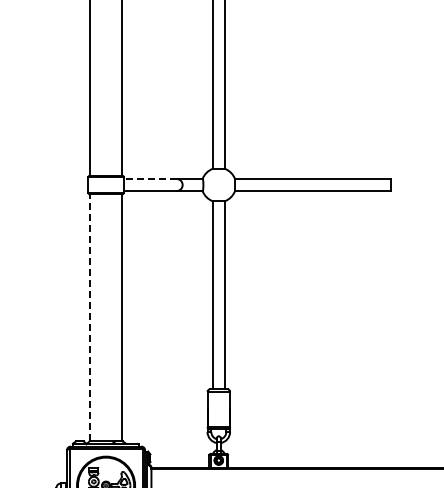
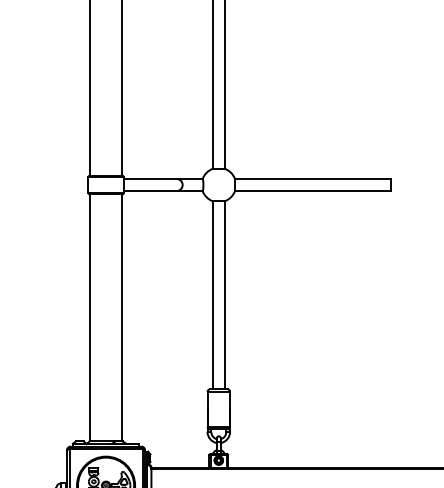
line at (149, 179): dashed -> solid
line at (90, 317): dashed -> solid
